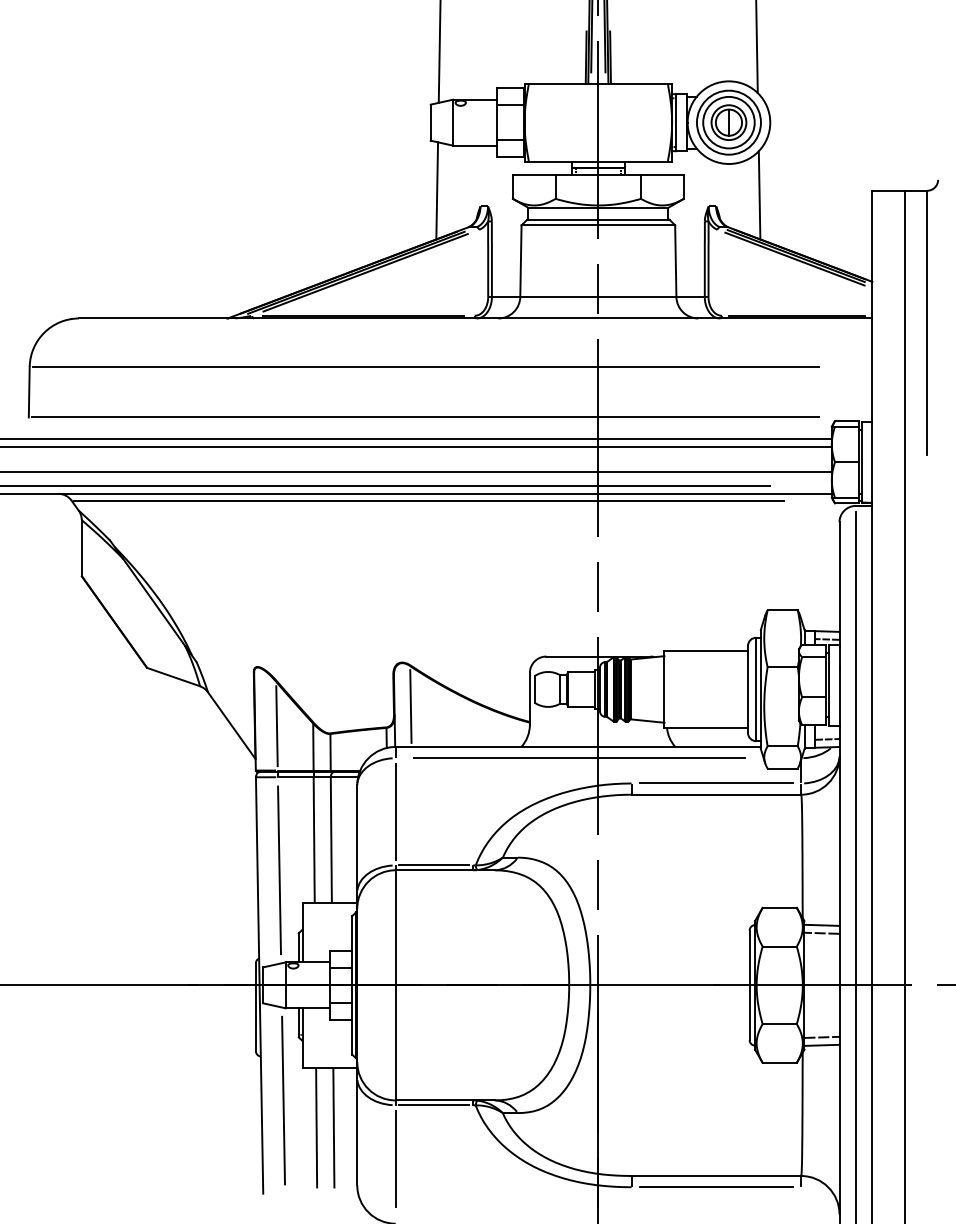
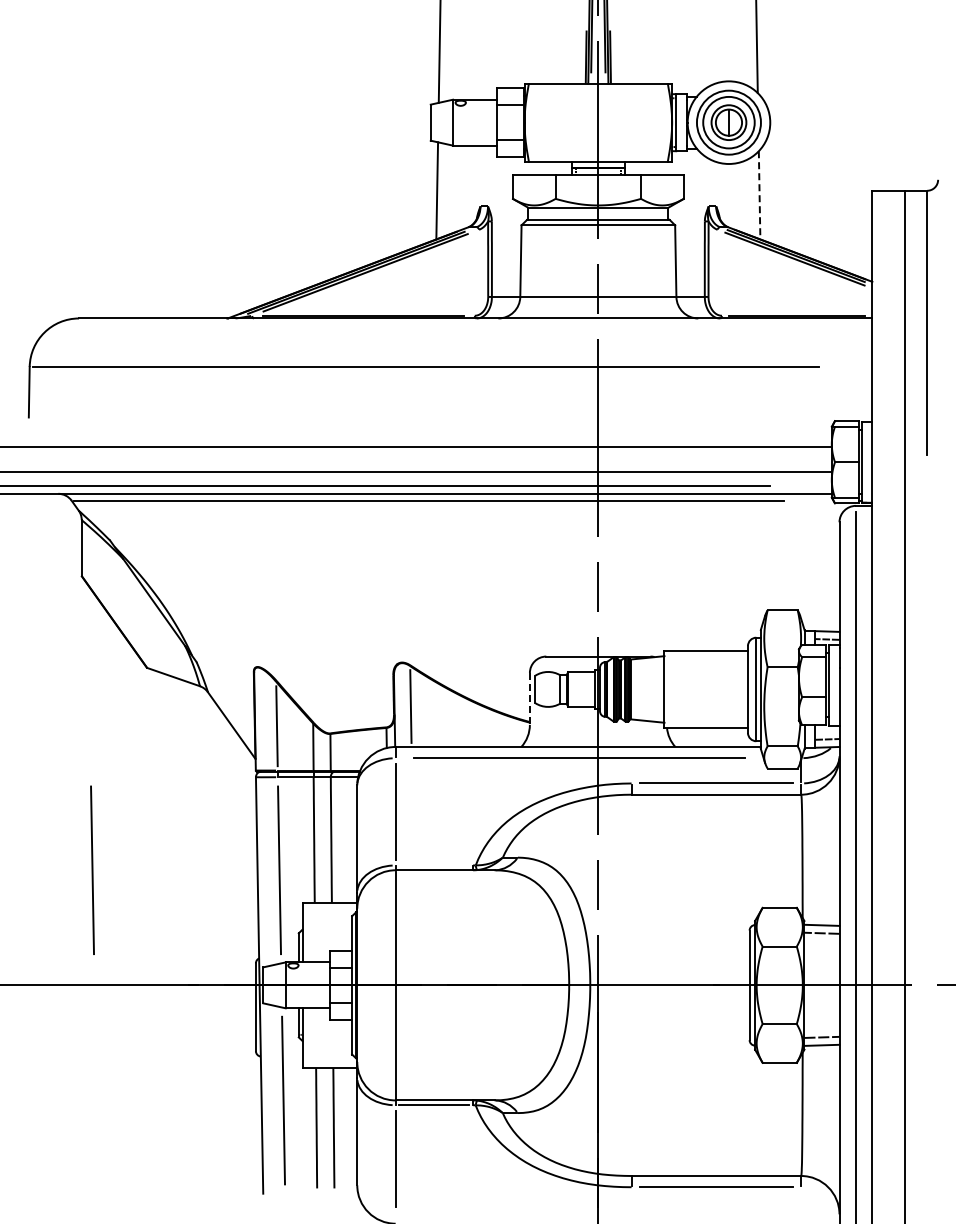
line at (759, 195): solid -> dashed
line at (425, 417): present -> none
line at (416, 439): present -> none
line at (529, 698): solid -> dashed
line at (434, 865): present -> none
line at (92, 869): none -> present
